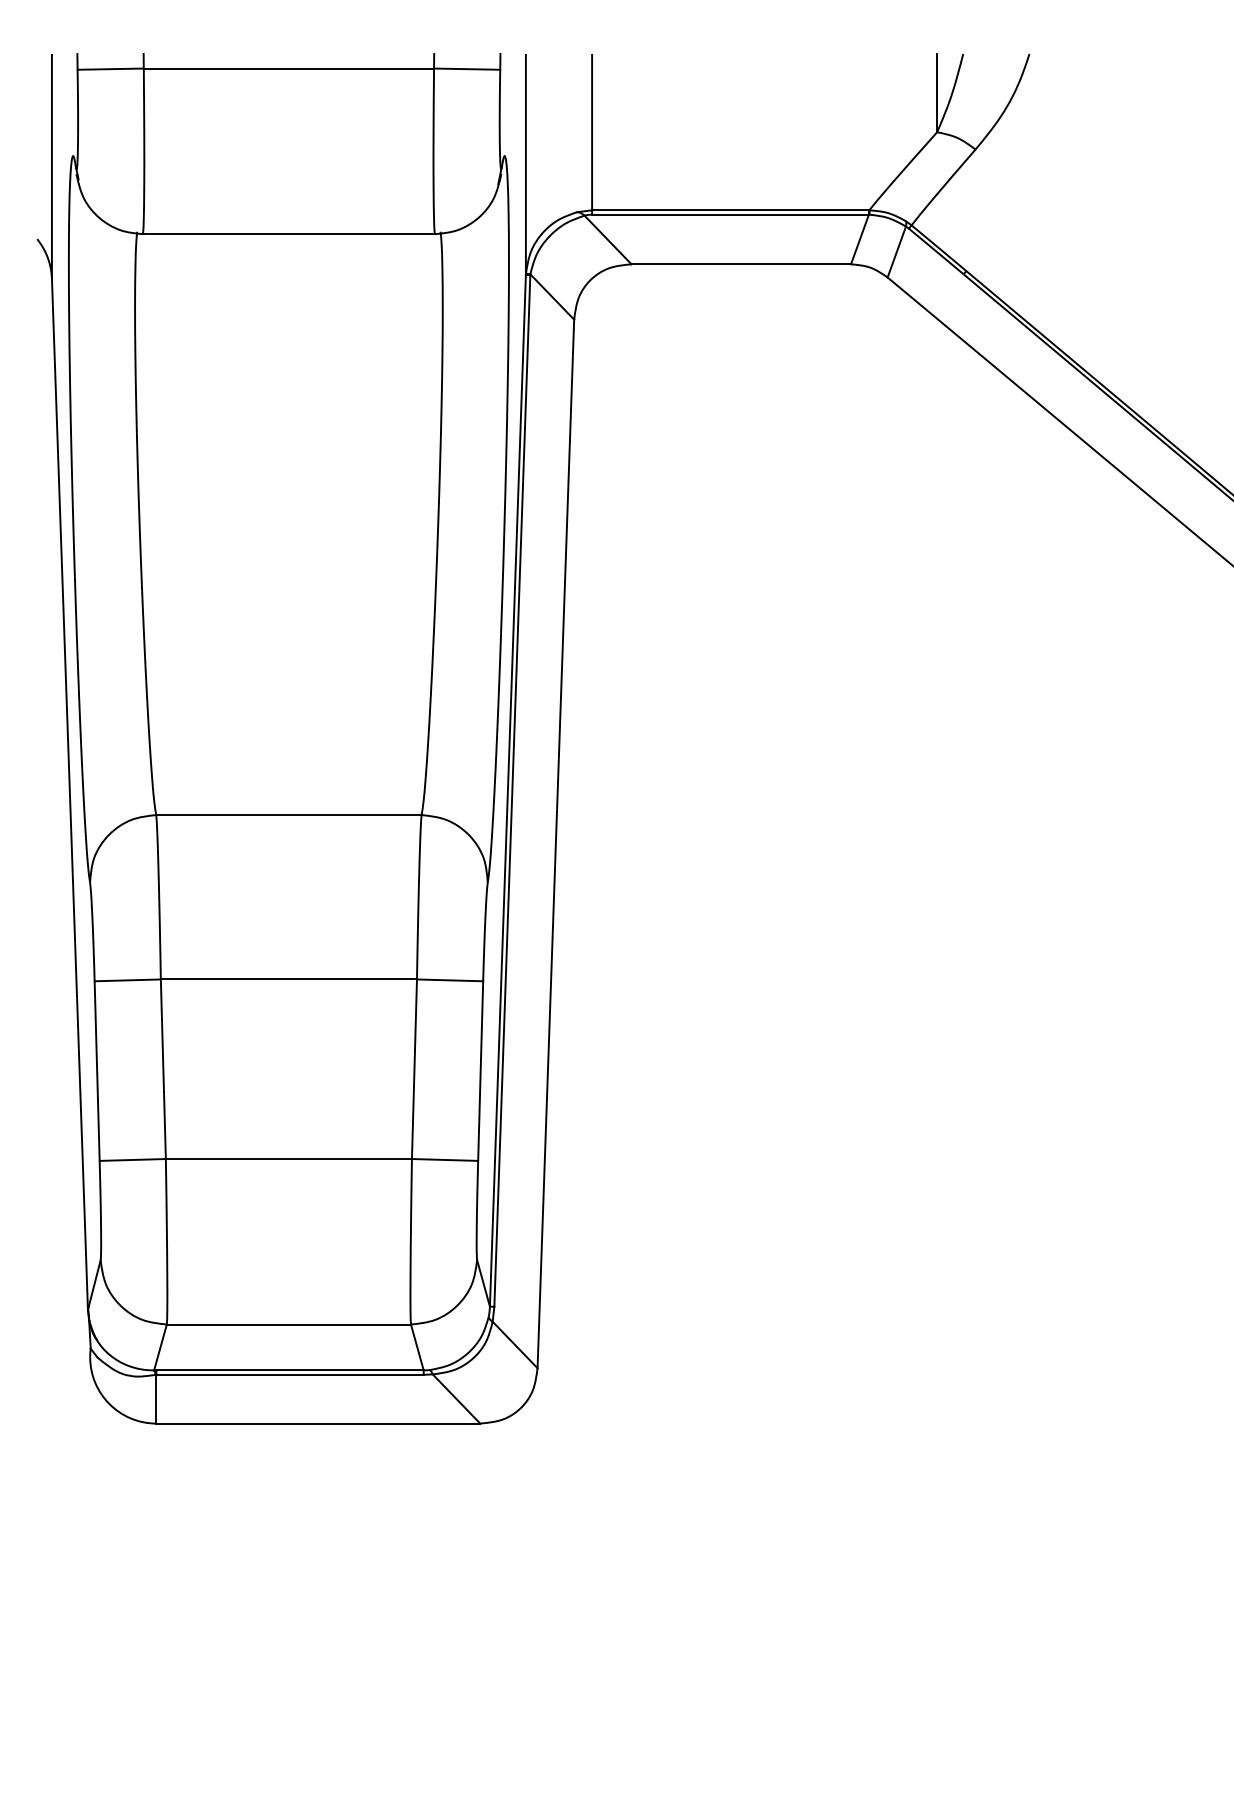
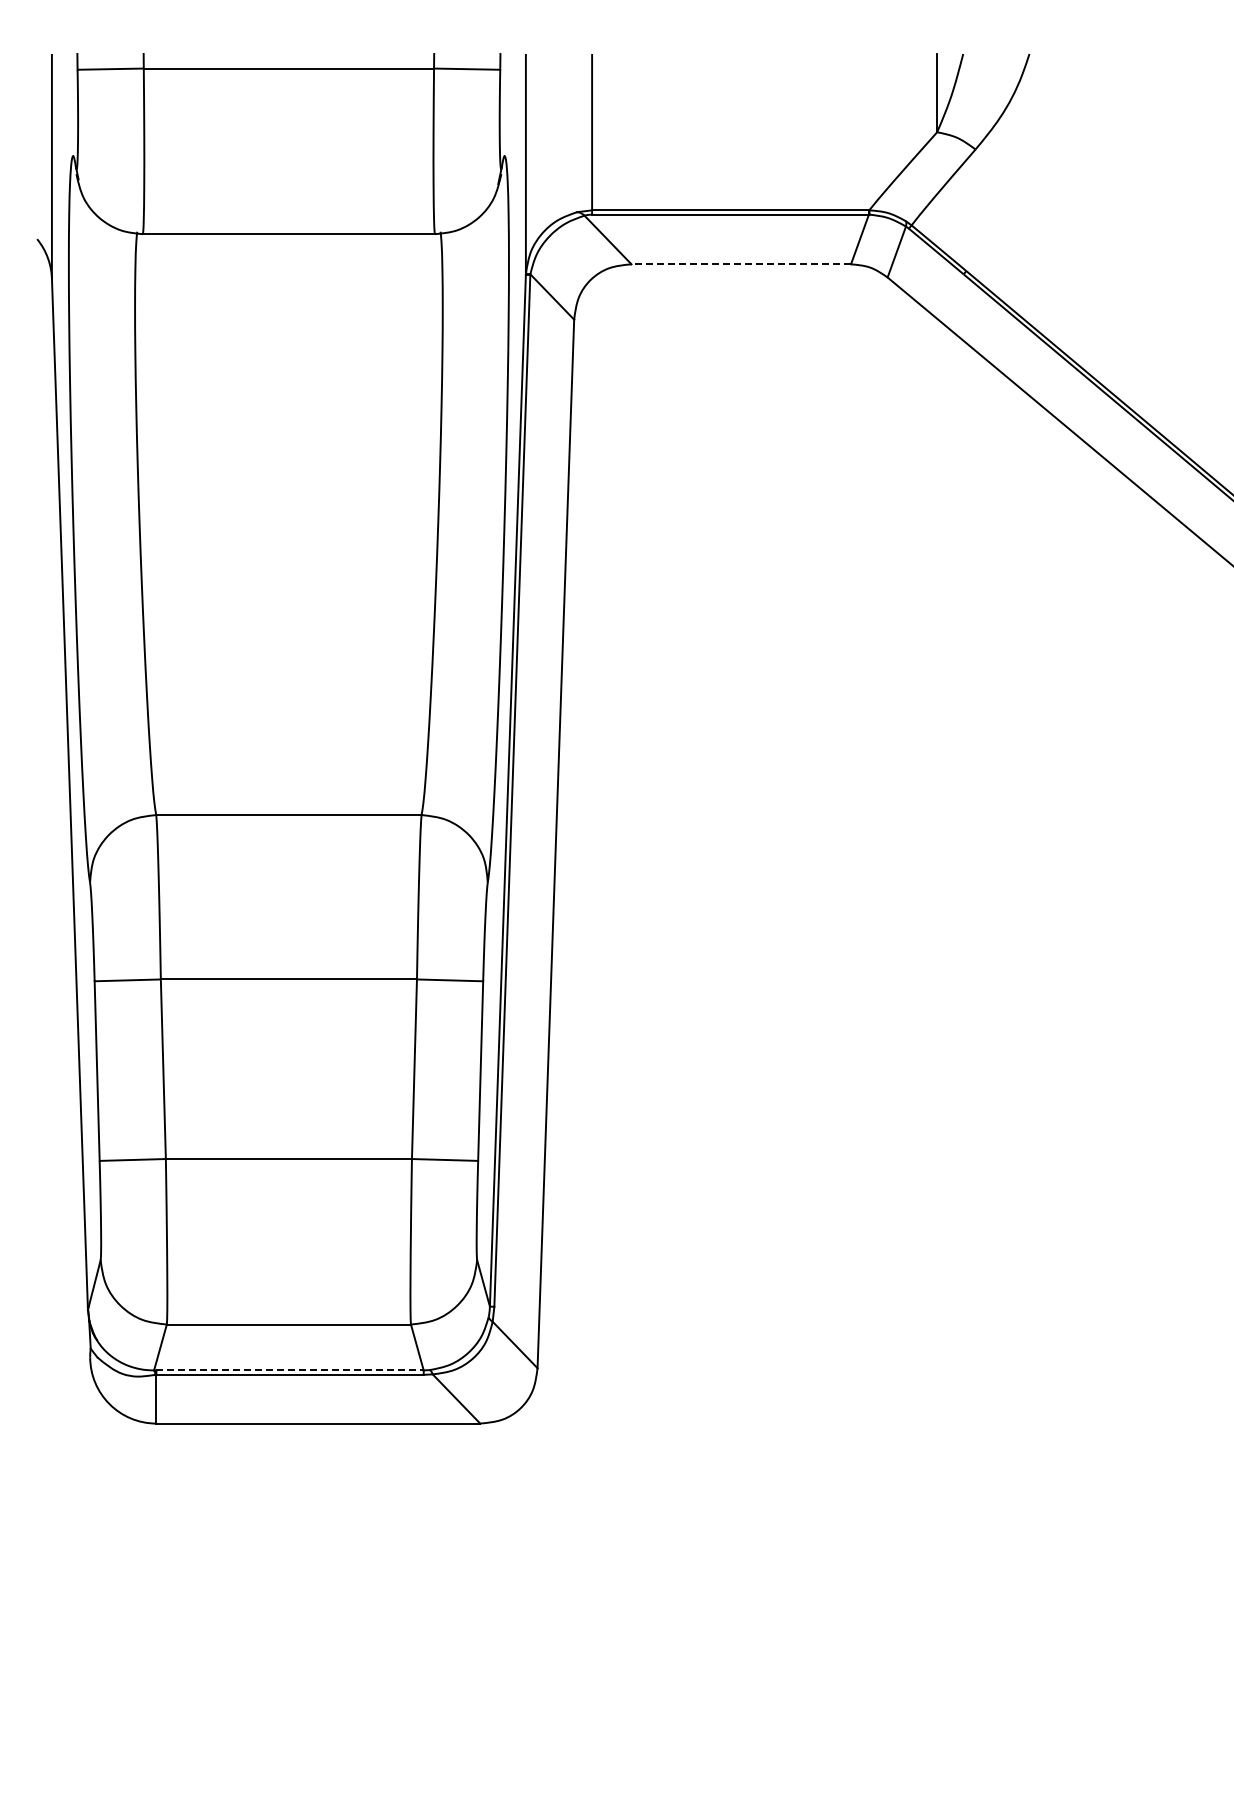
line at (741, 264): solid -> dashed
line at (290, 1370): solid -> dashed
